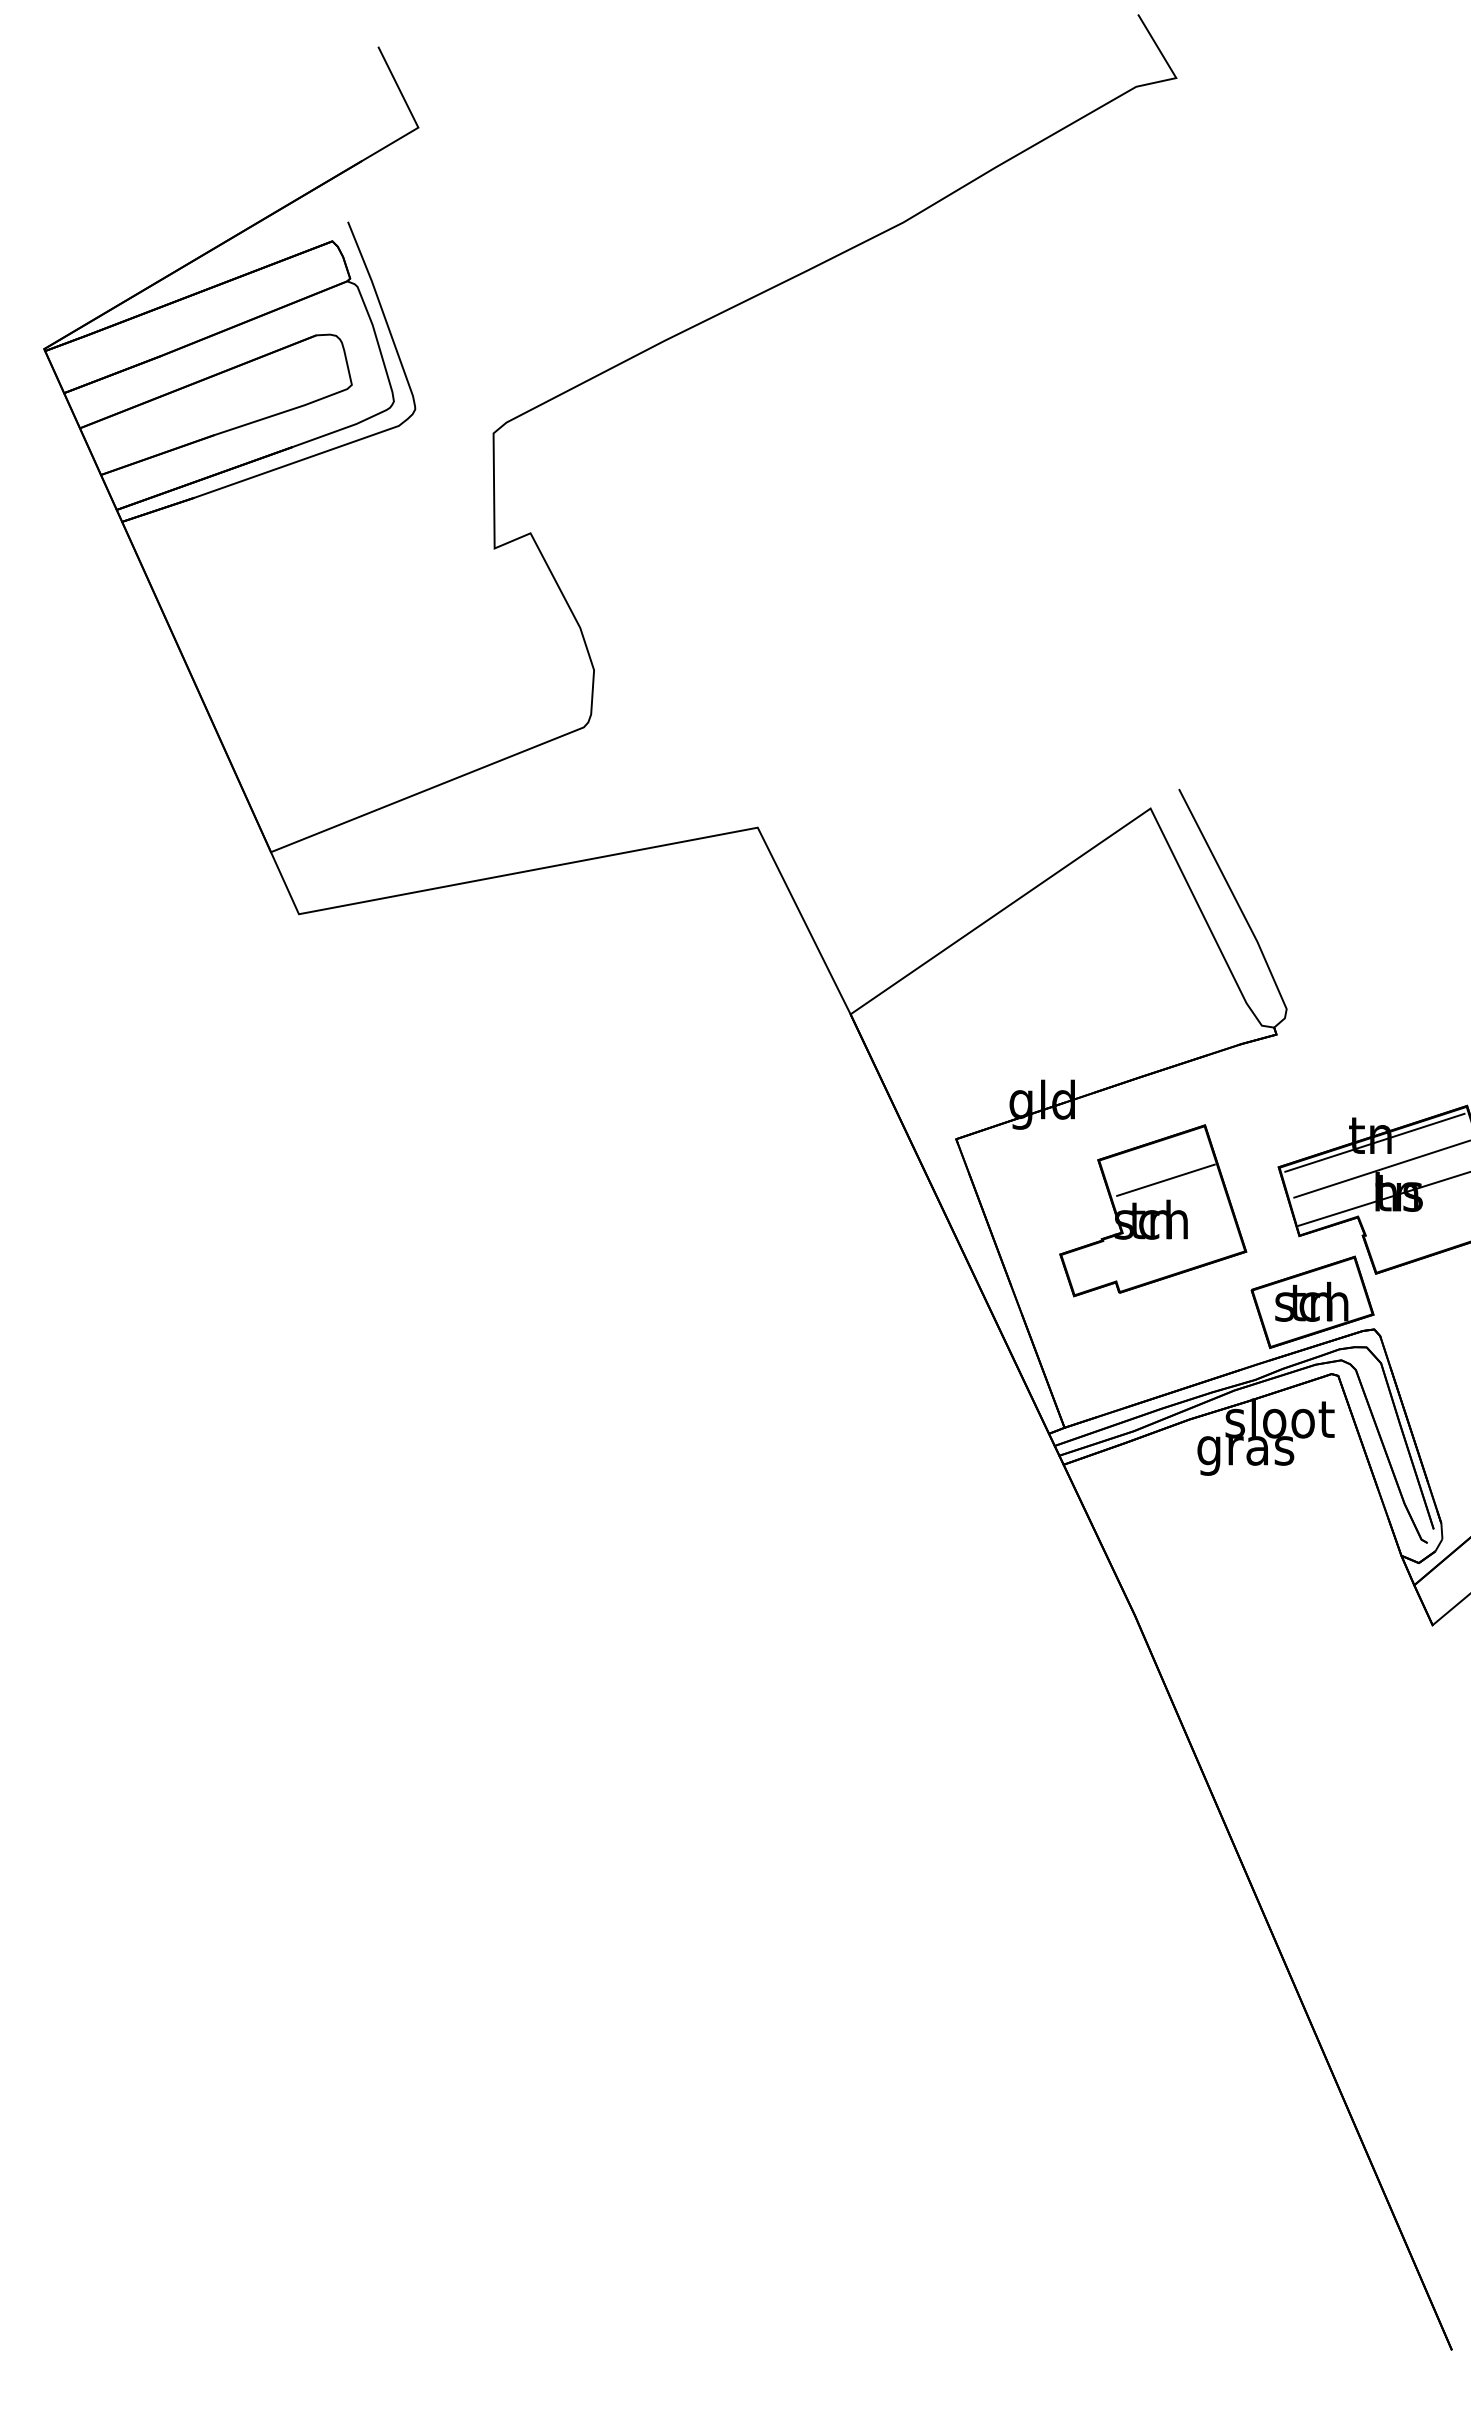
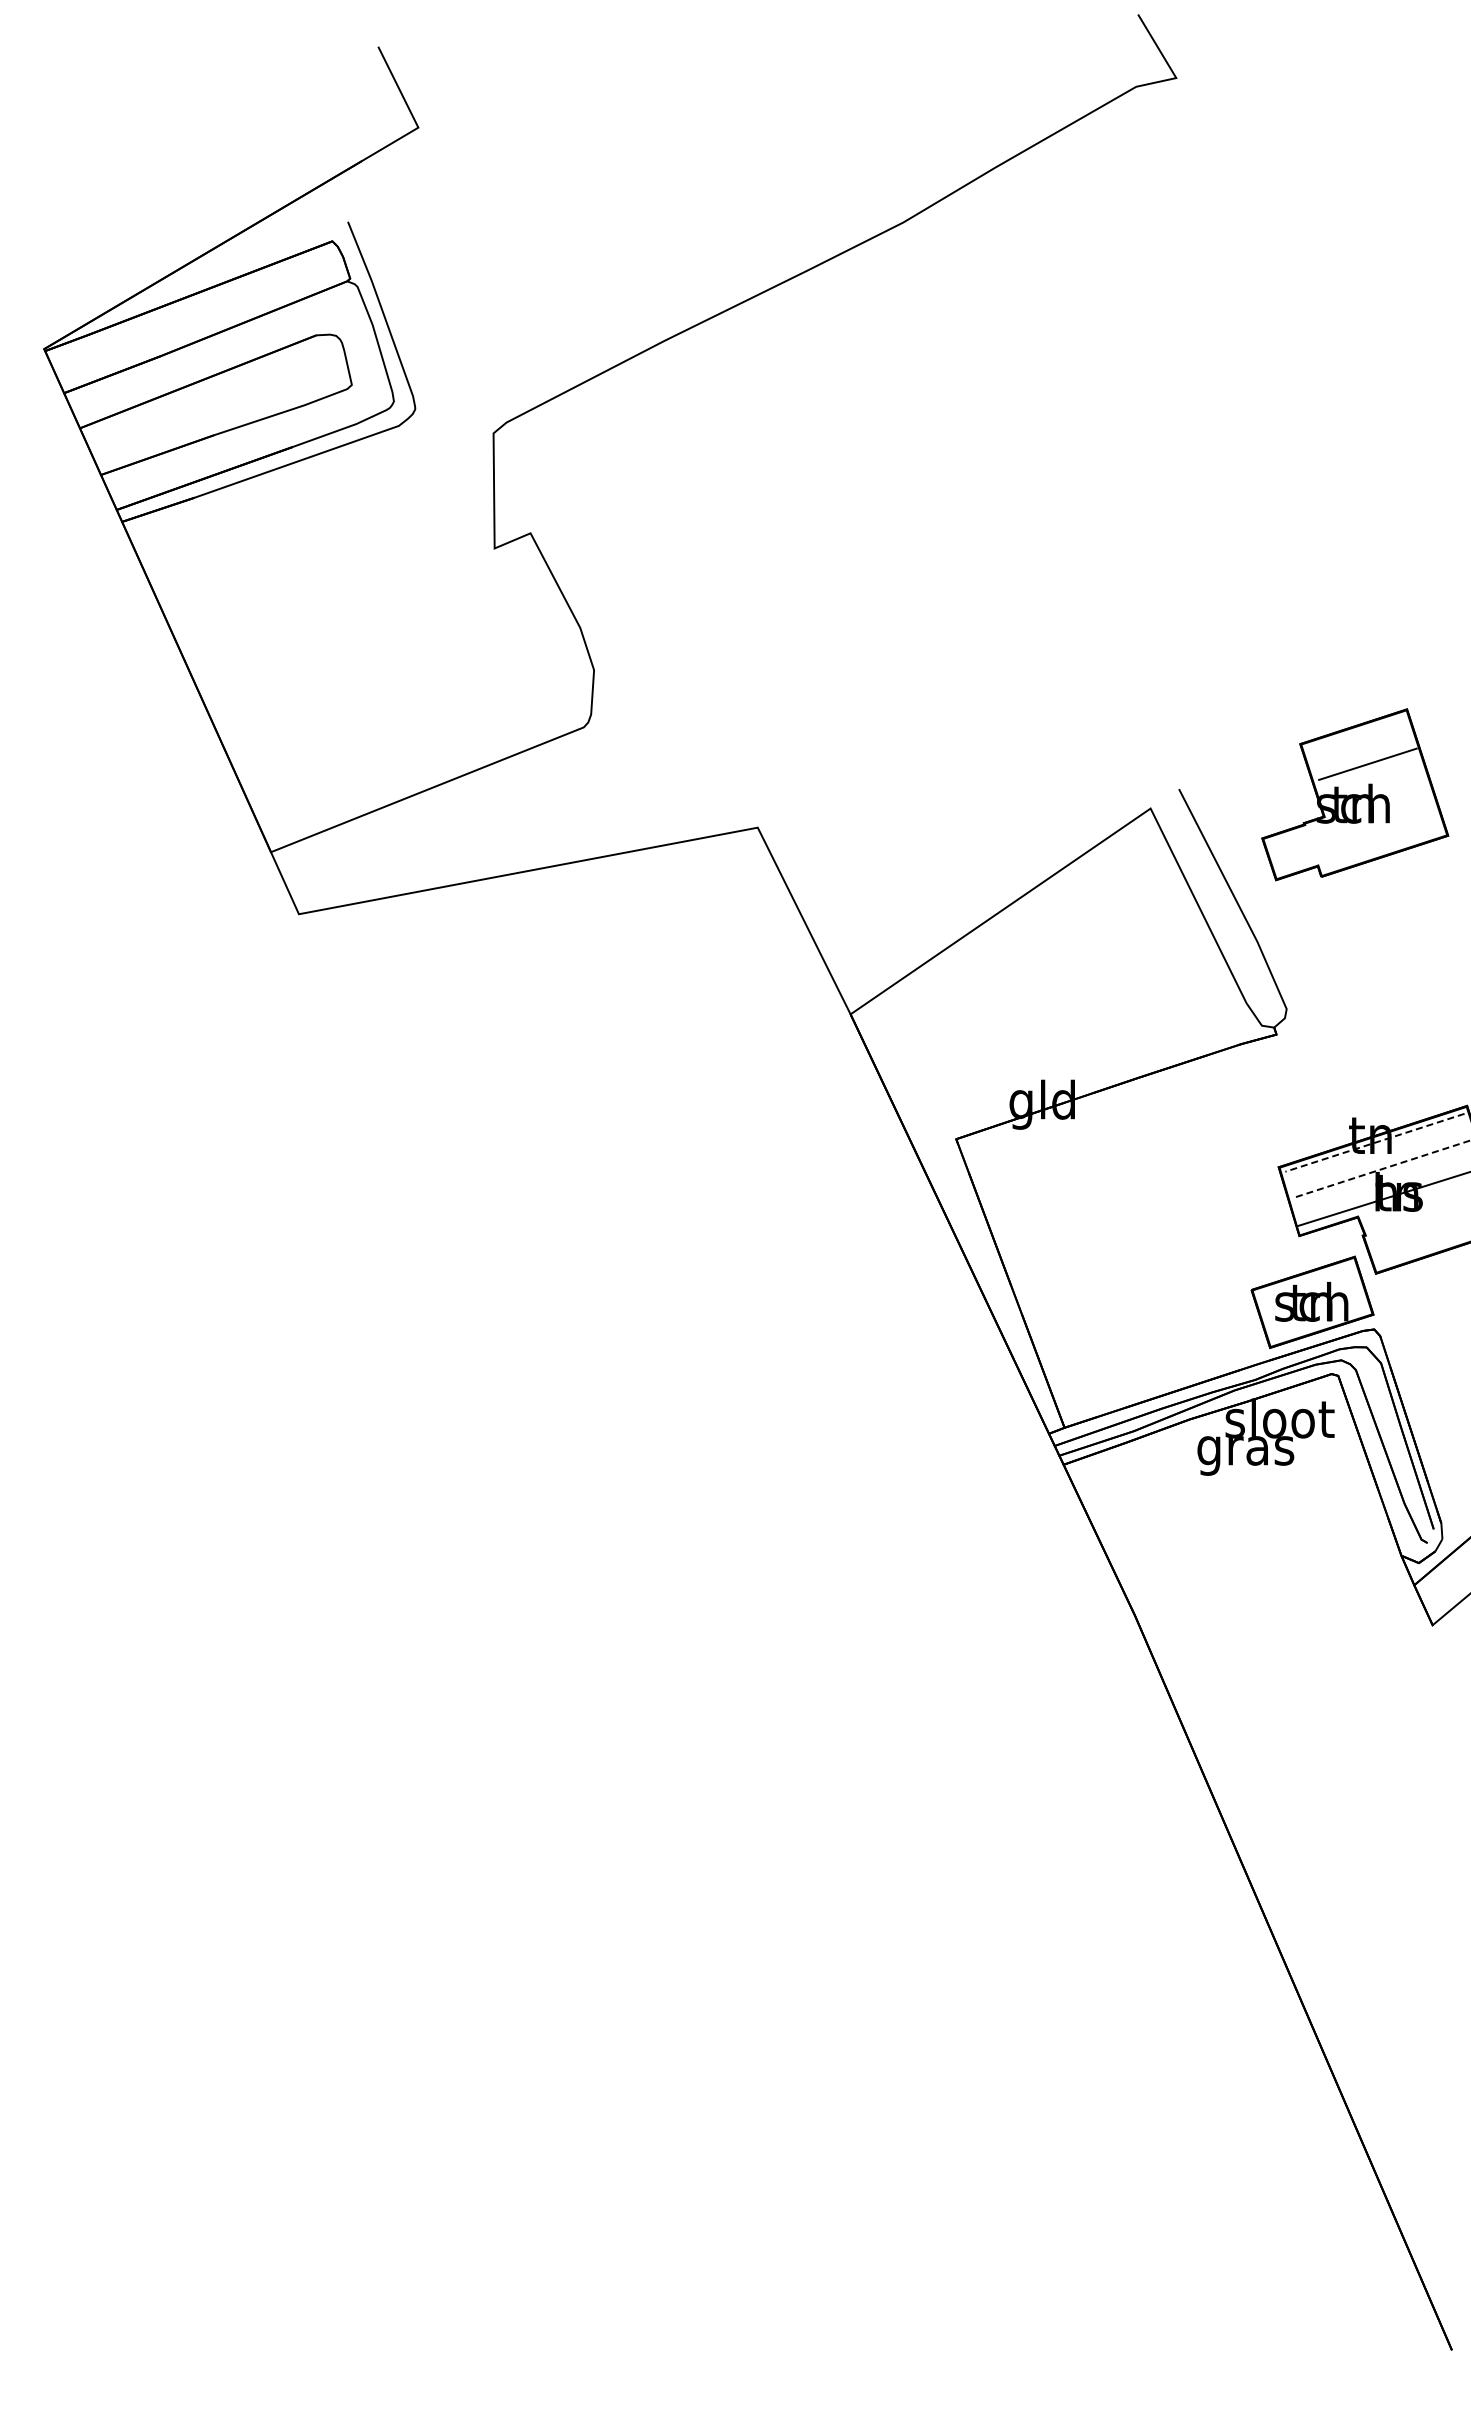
line at (1374, 1142): solid -> dashed
line at (1381, 1169): solid -> dashed
part at (1153, 1210) position: (1153, 1210) -> (1355, 794)
